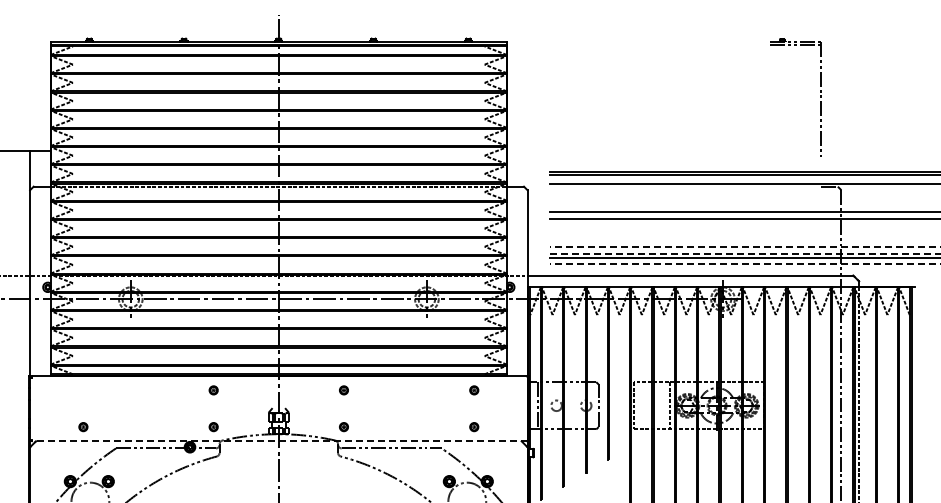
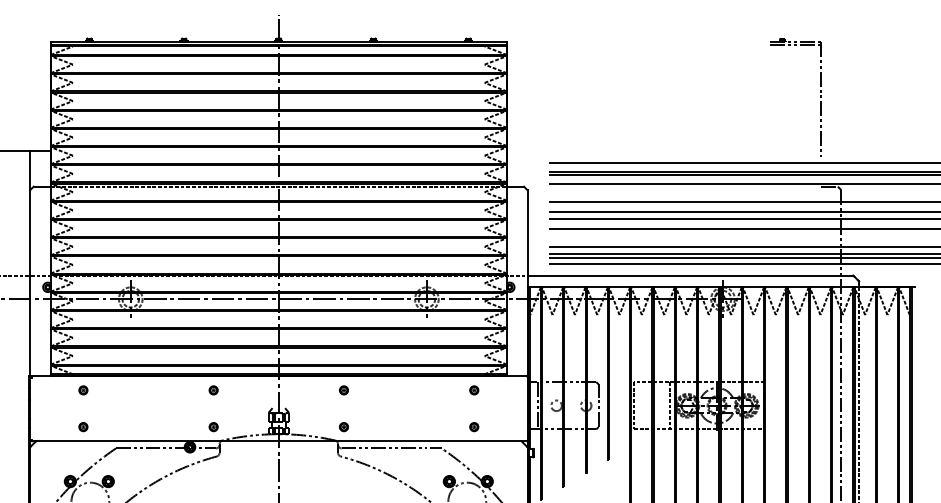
line at (743, 163): none -> present
line at (743, 201): none -> present
line at (743, 228): none -> present
line at (744, 247): dashed -> solid
line at (745, 253): dashed -> solid
line at (744, 264): dashed -> solid
part at (83, 390): none -> present
line at (279, 441): dashed -> solid
